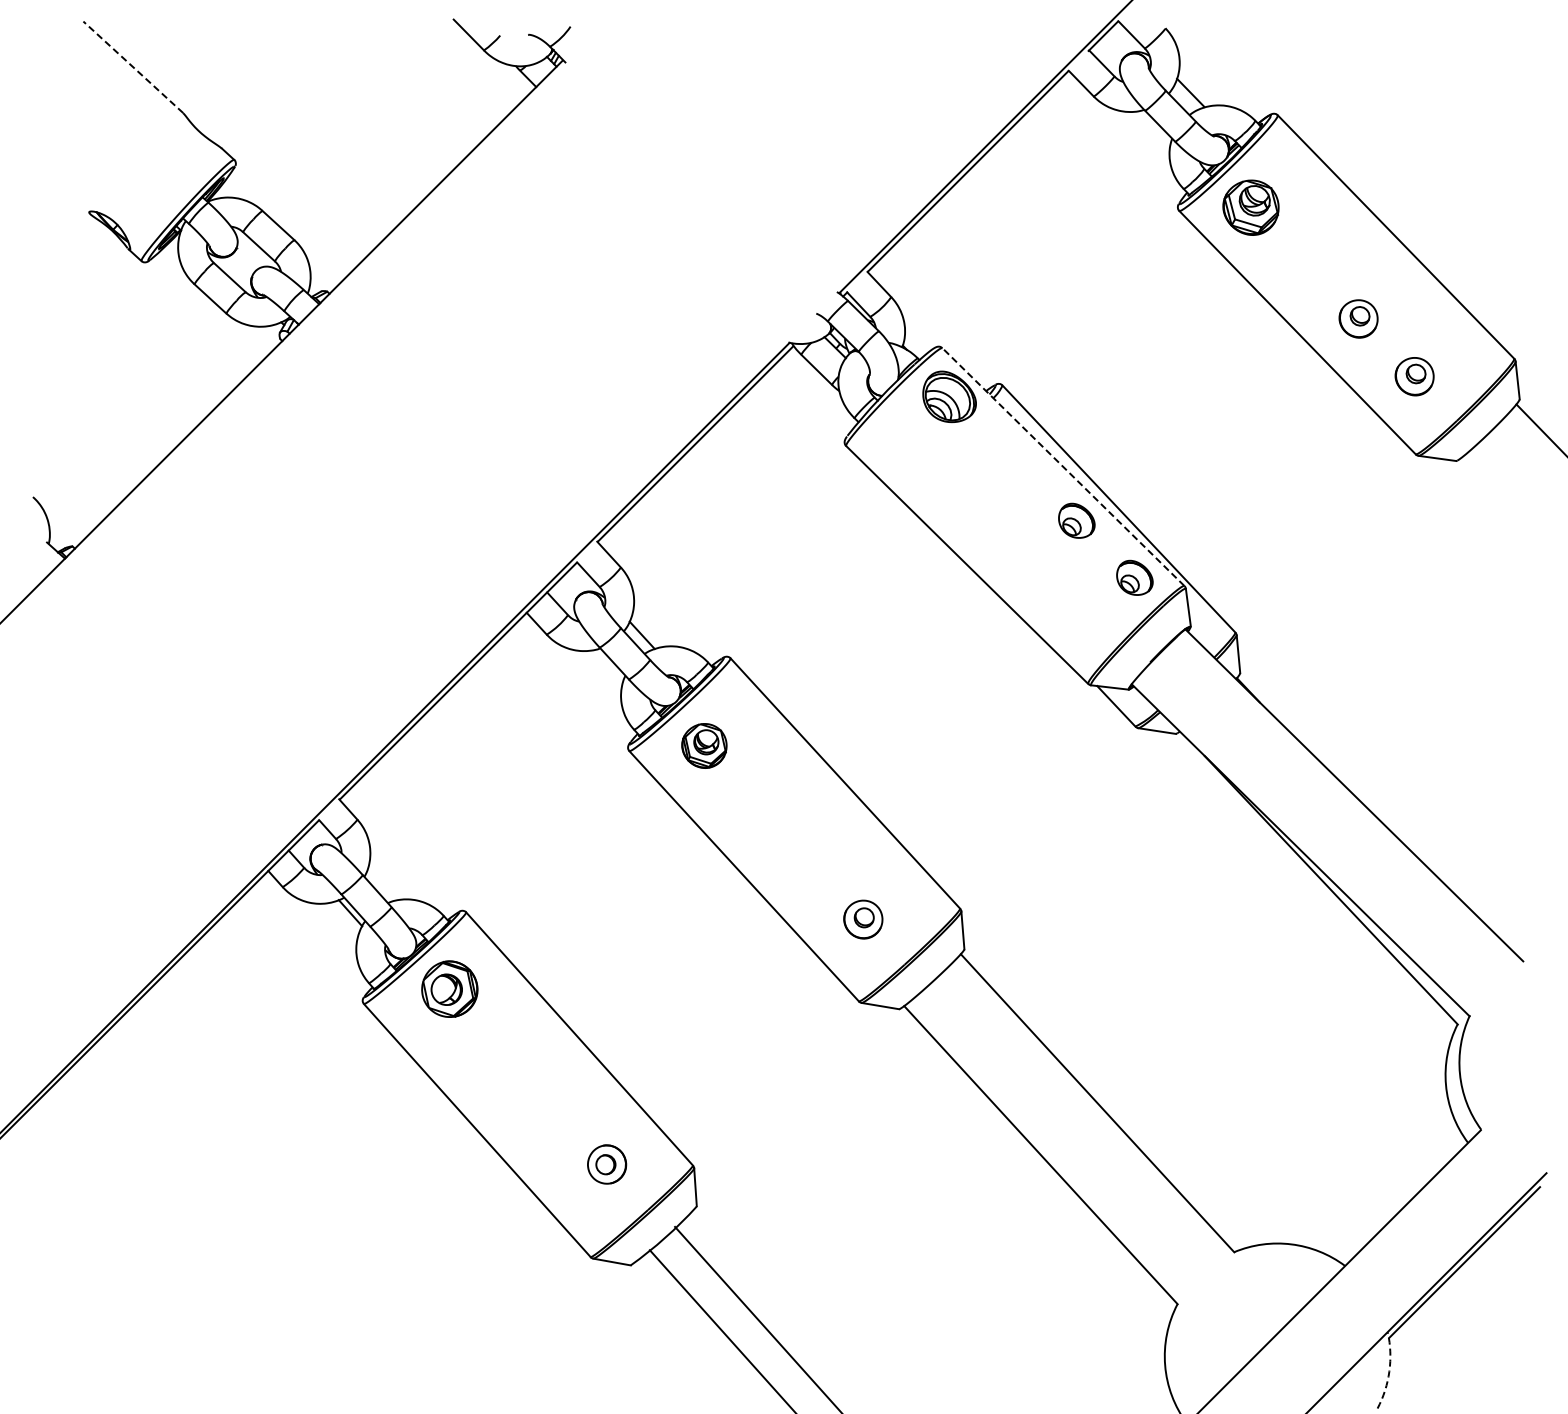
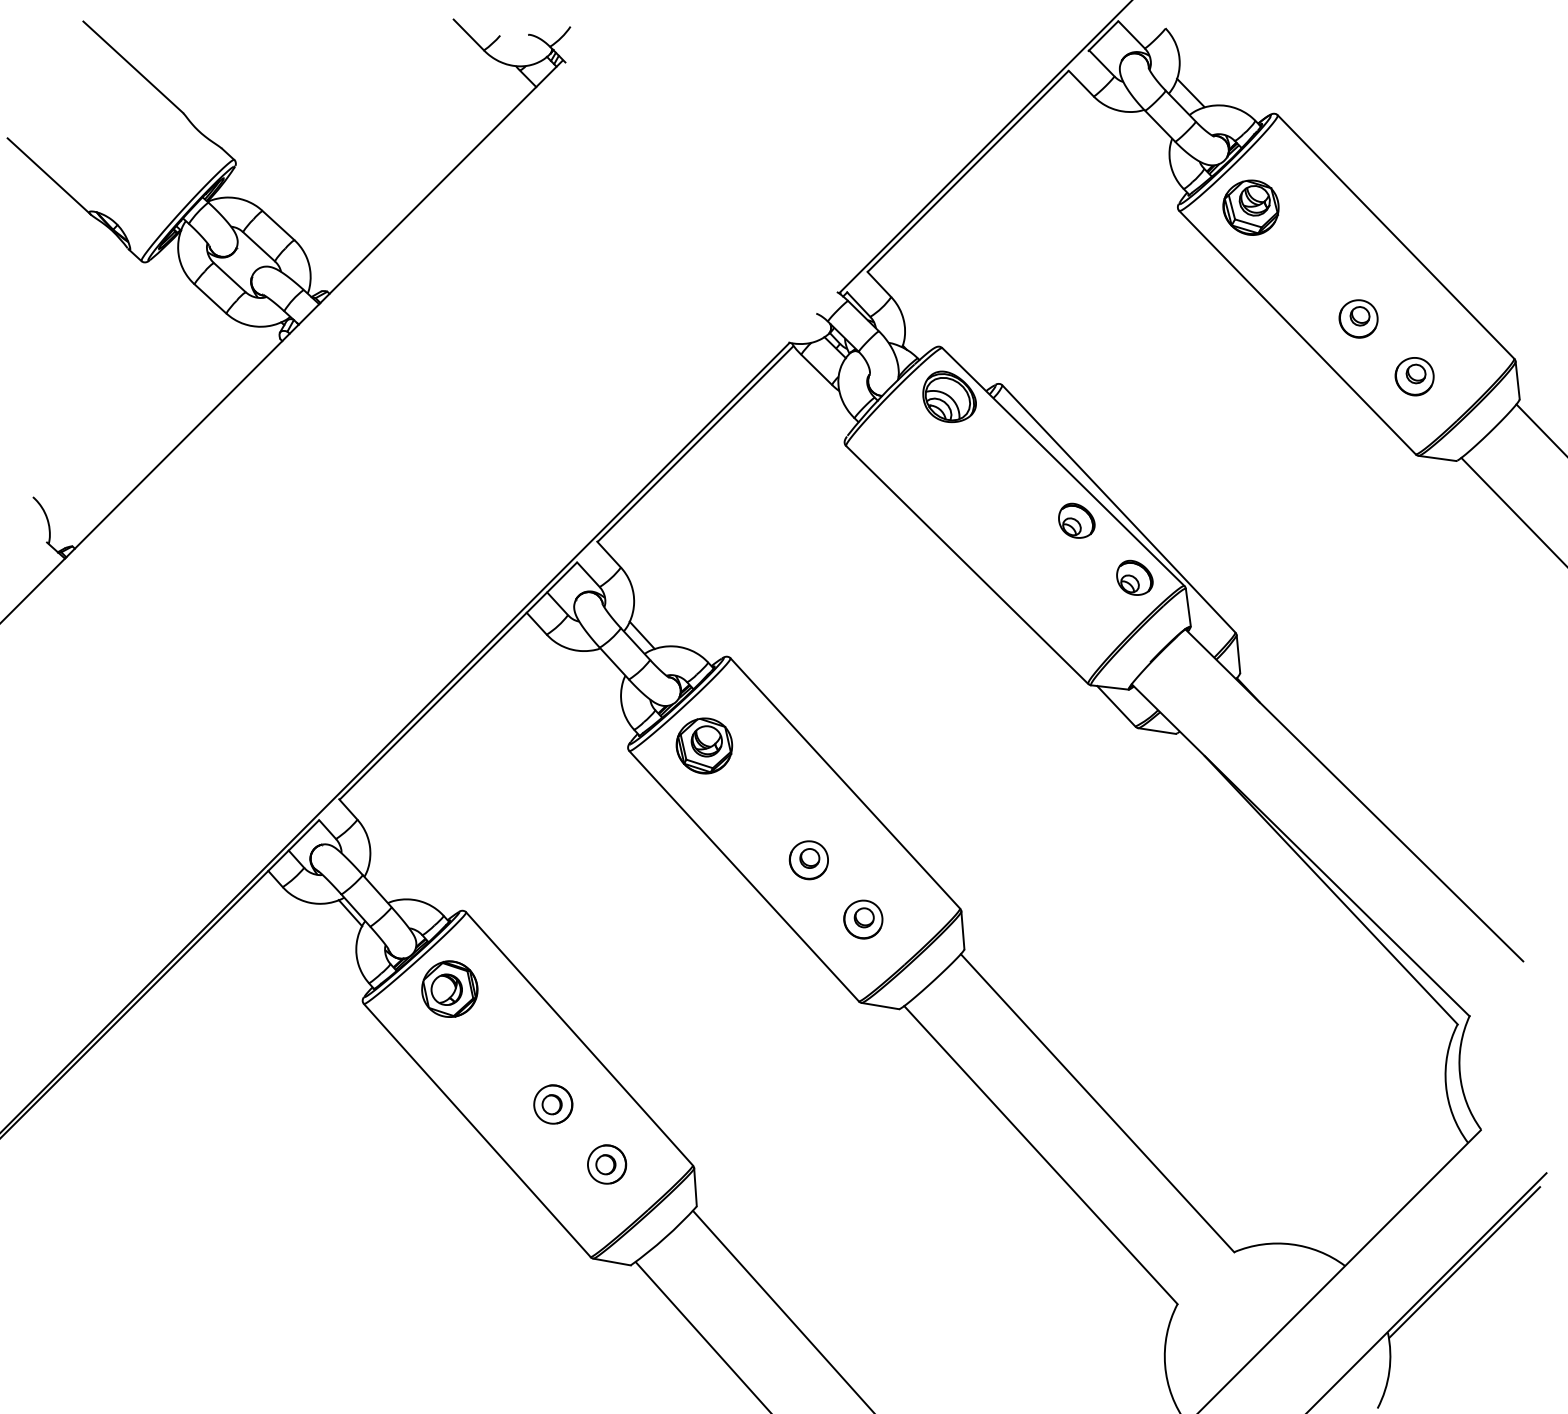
line at (133, 67): dashed -> solid
line at (48, 176): none -> present
line at (1063, 467): dashed -> solid
line at (1512, 510): none -> present
part at (704, 745) size: 47x46 px -> 59x58 px
part at (808, 860): none -> present
part at (553, 1104): none -> present
line at (757, 1318) position: (757, 1318) -> (782, 1310)
line at (721, 1330) position: (721, 1330) -> (701, 1336)
arc at (1389, 1371): dashed -> solid
